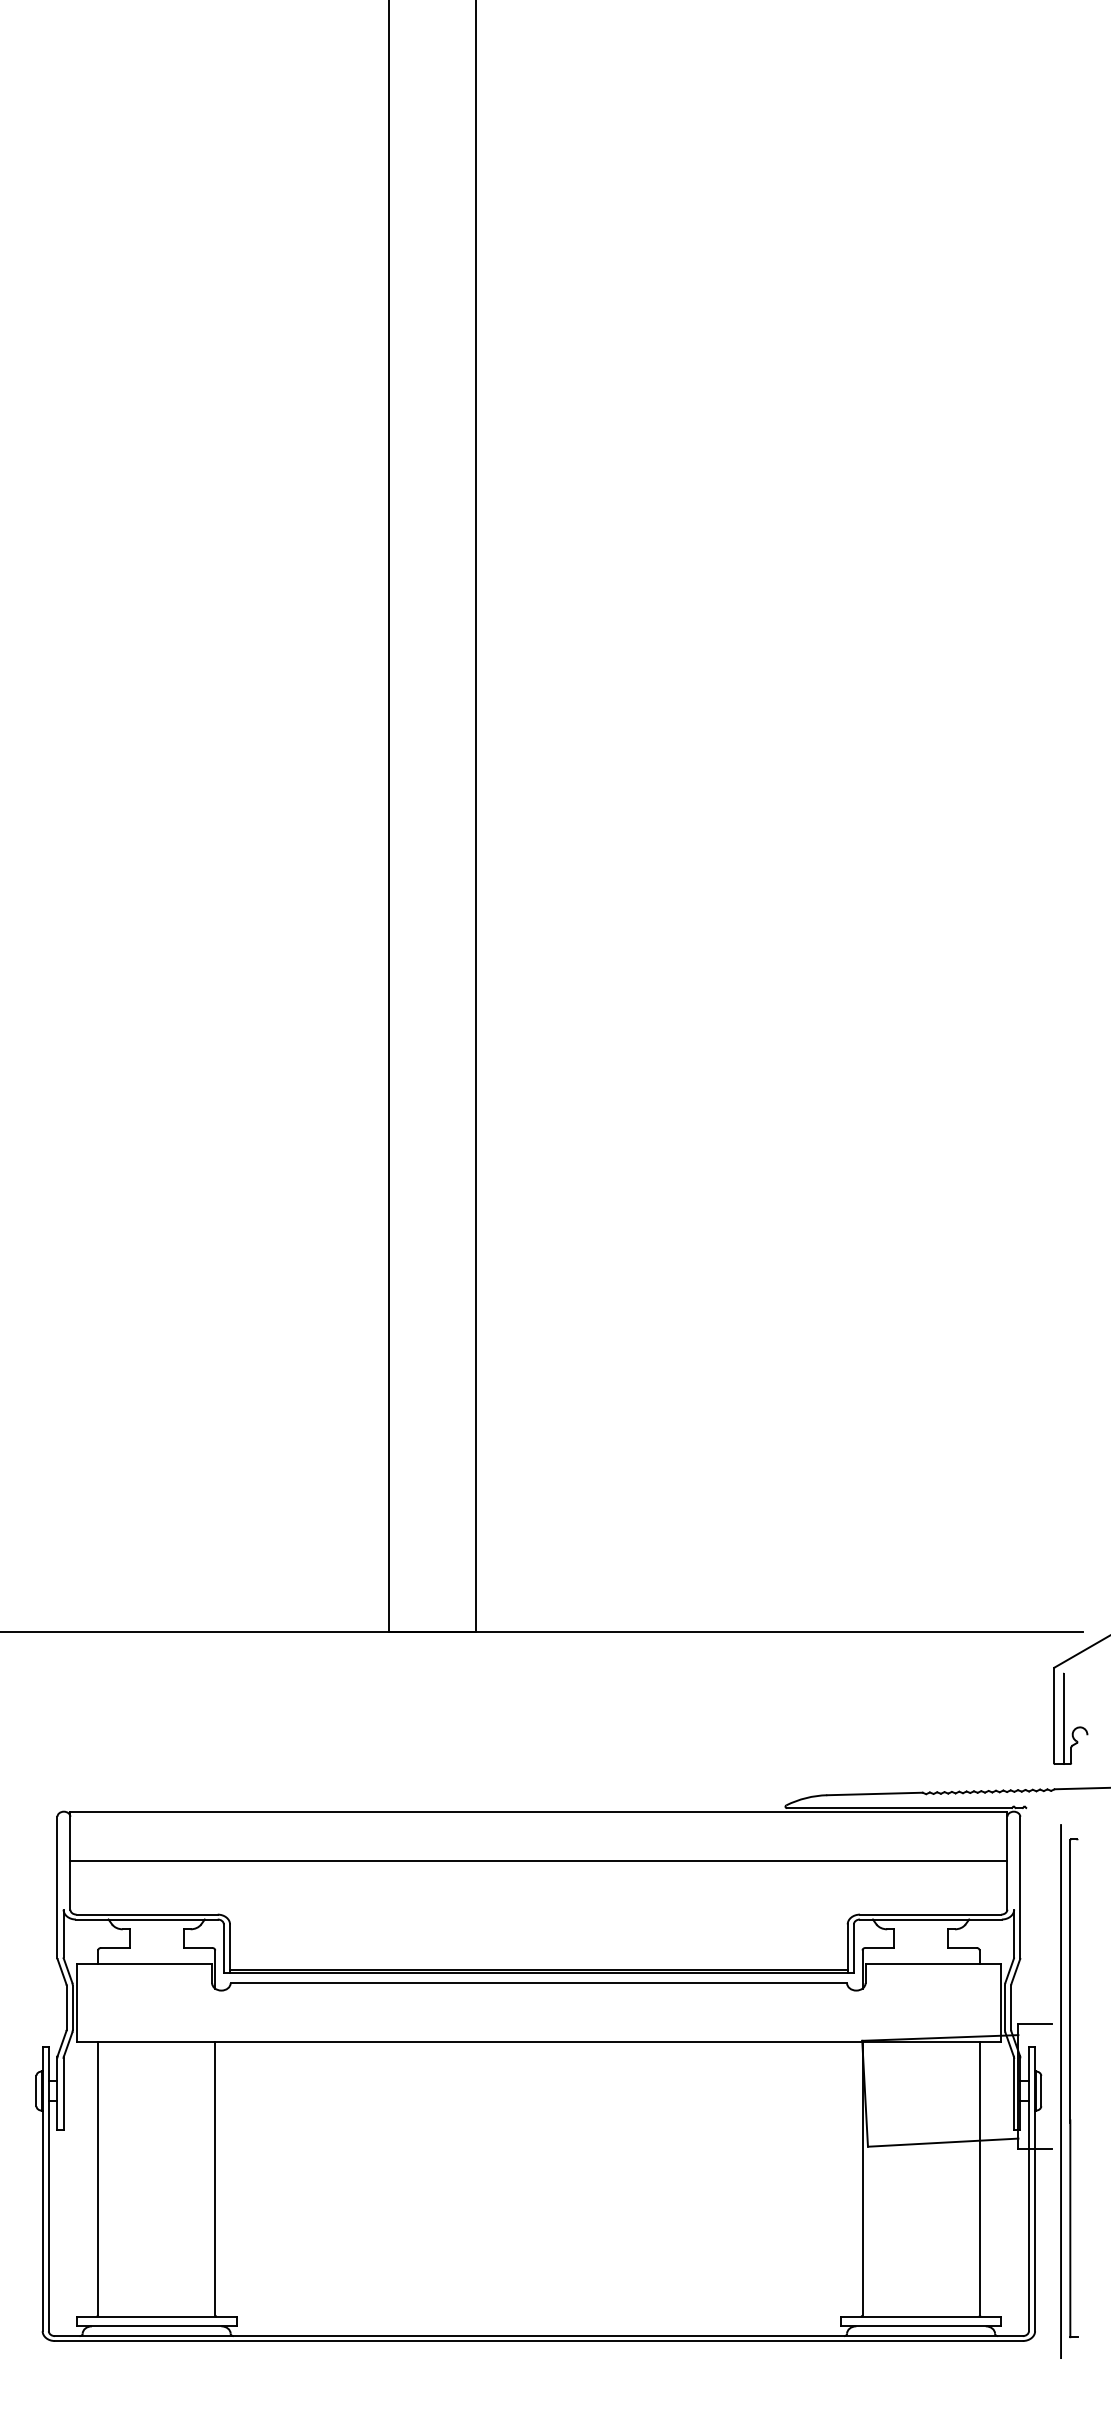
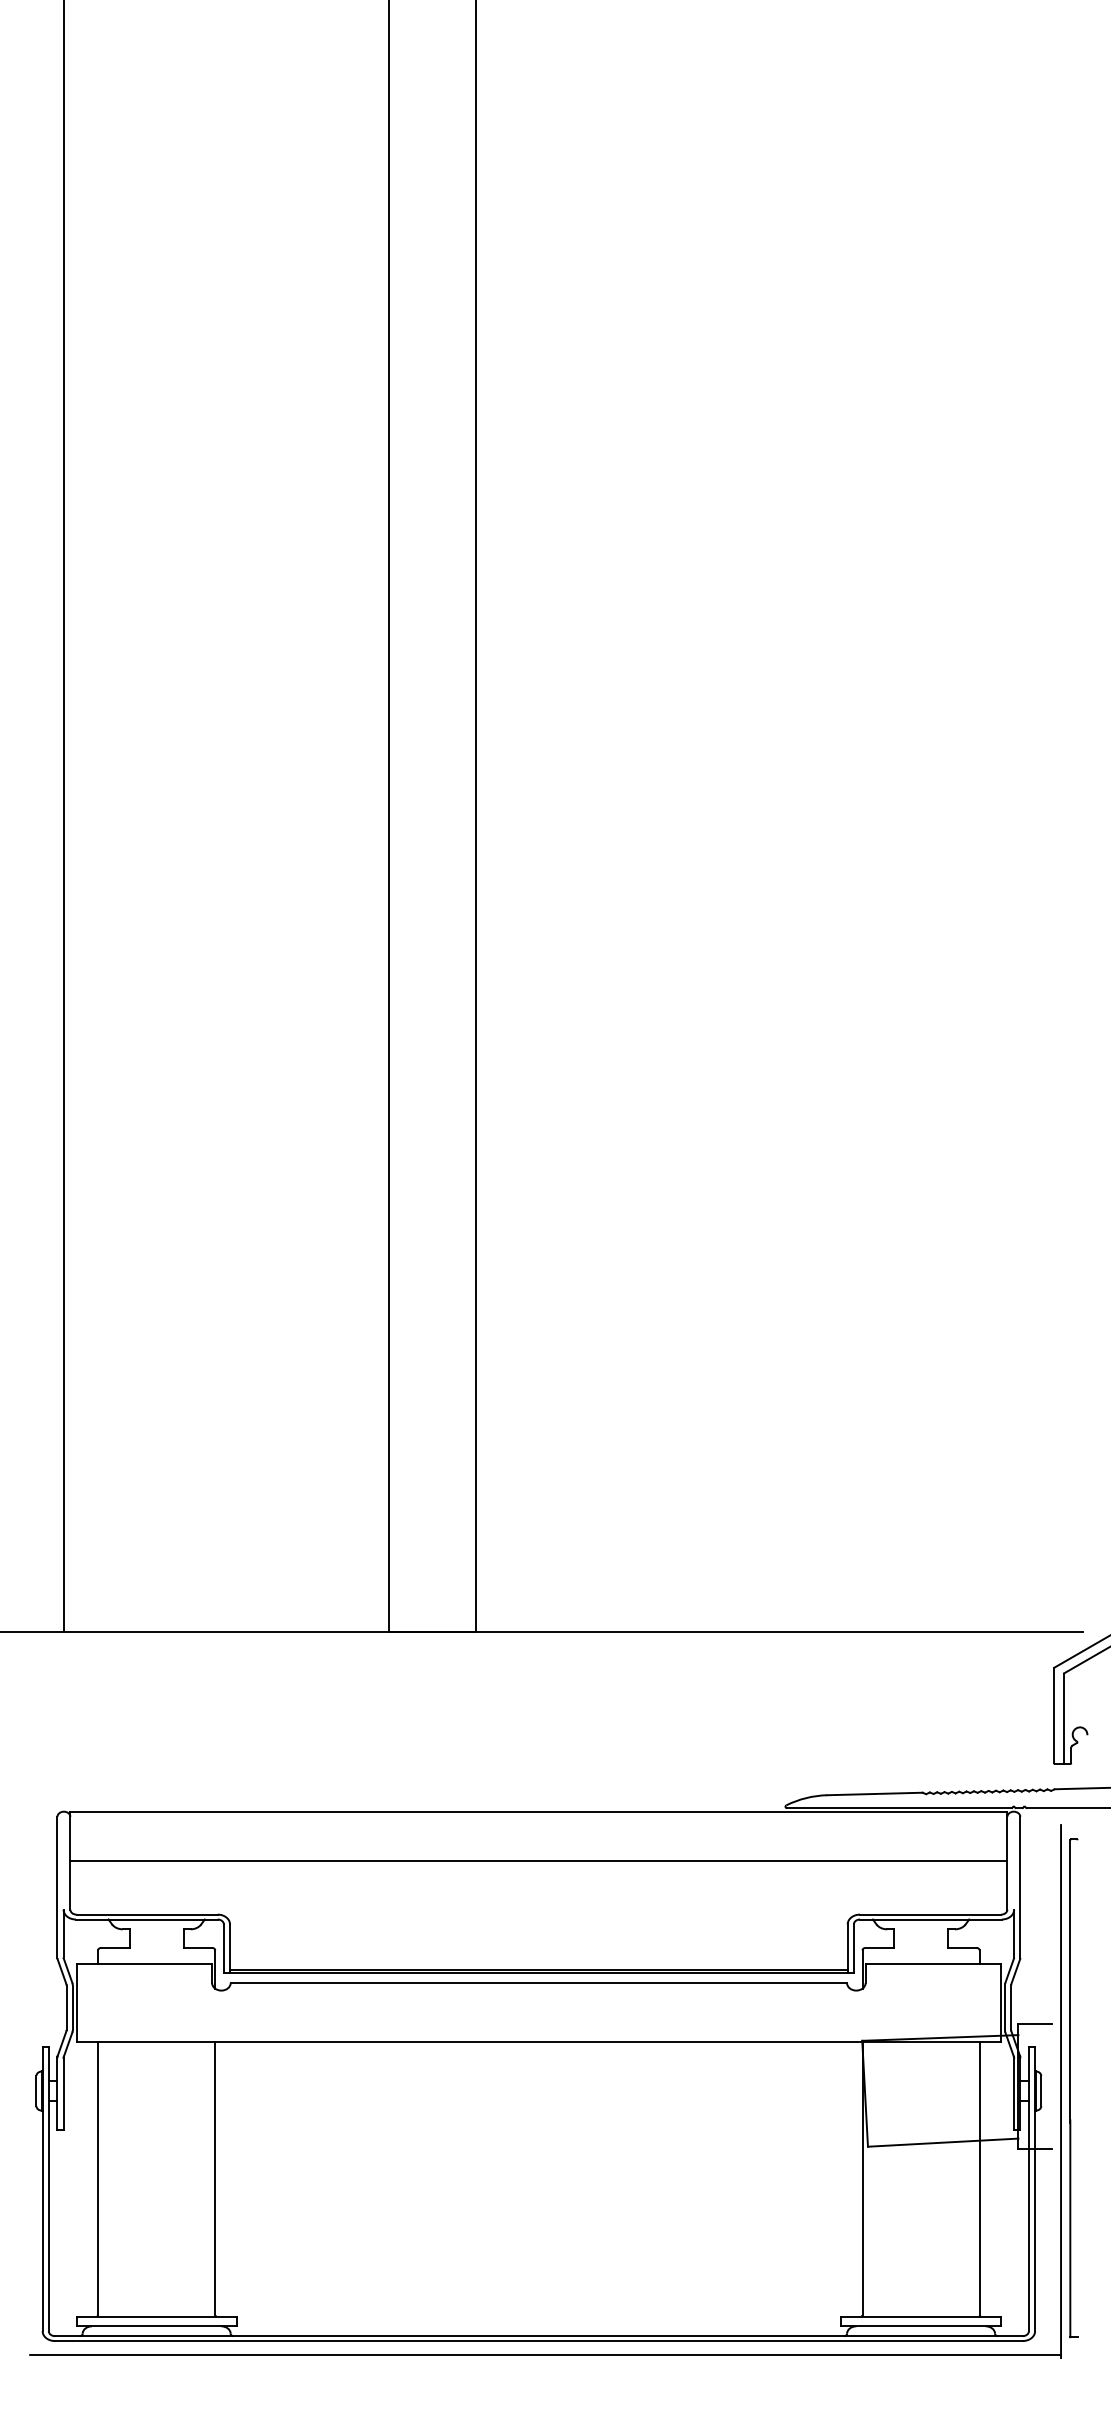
line at (64, 816): none -> present
line at (1085, 1660): none -> present
line at (1066, 1808): none -> present
line at (545, 2354): none -> present
